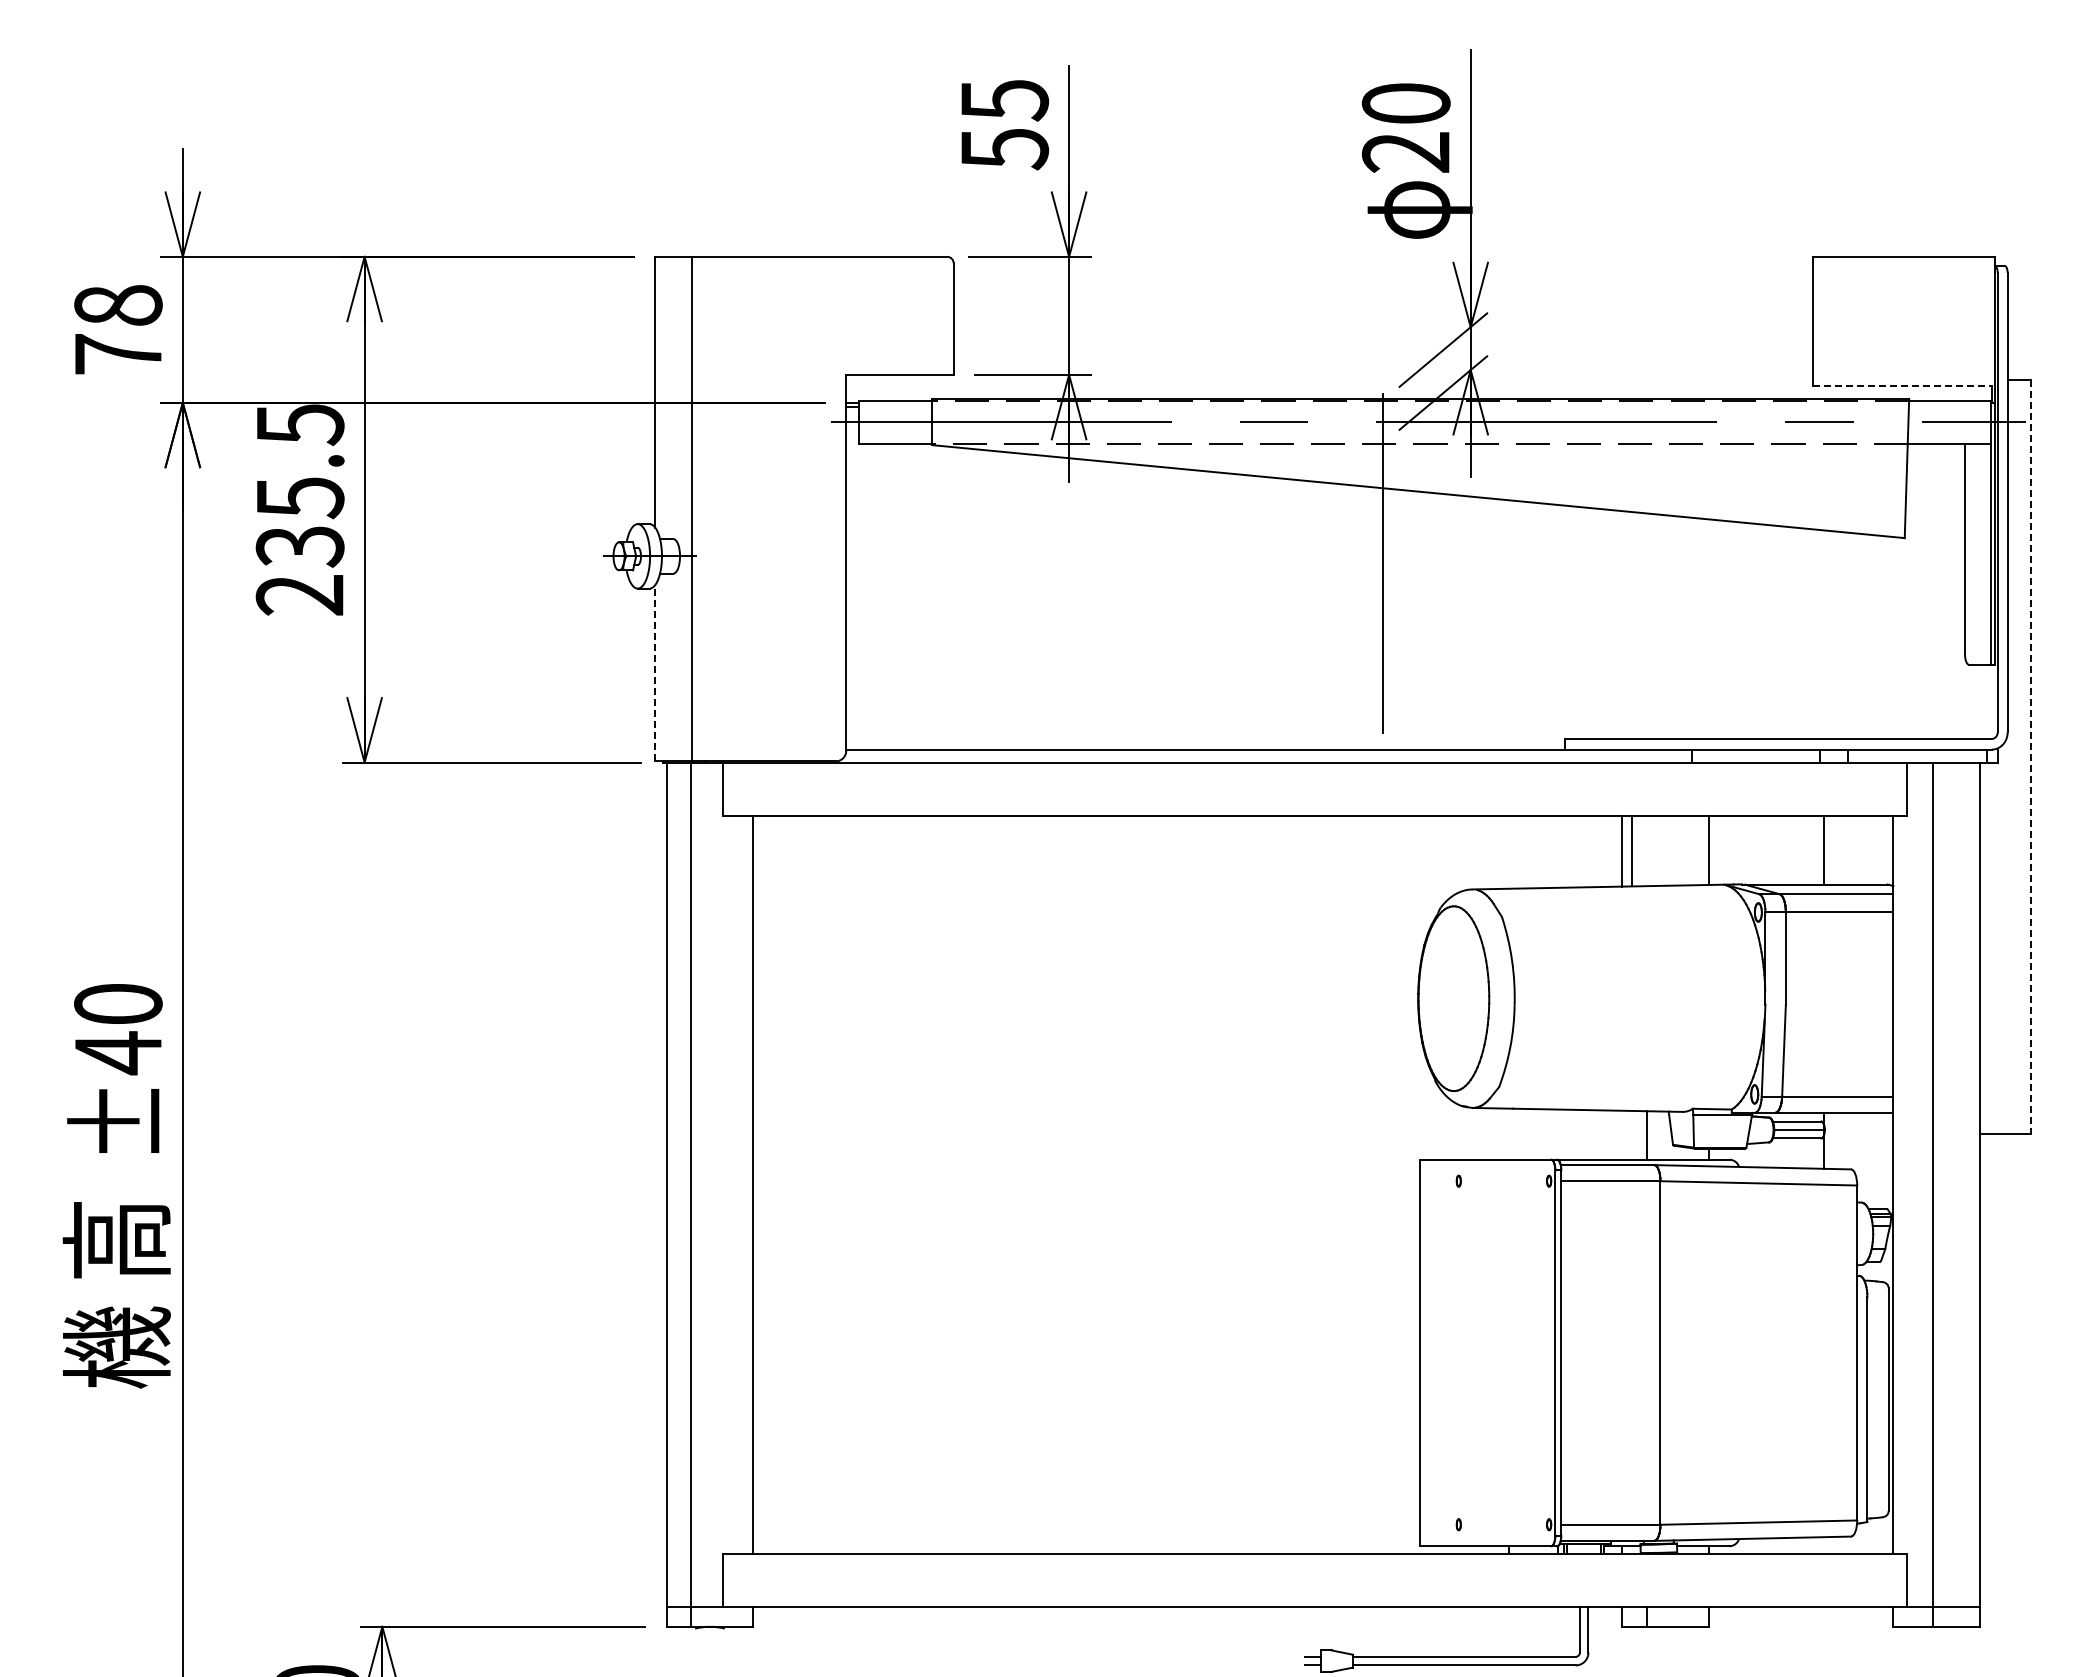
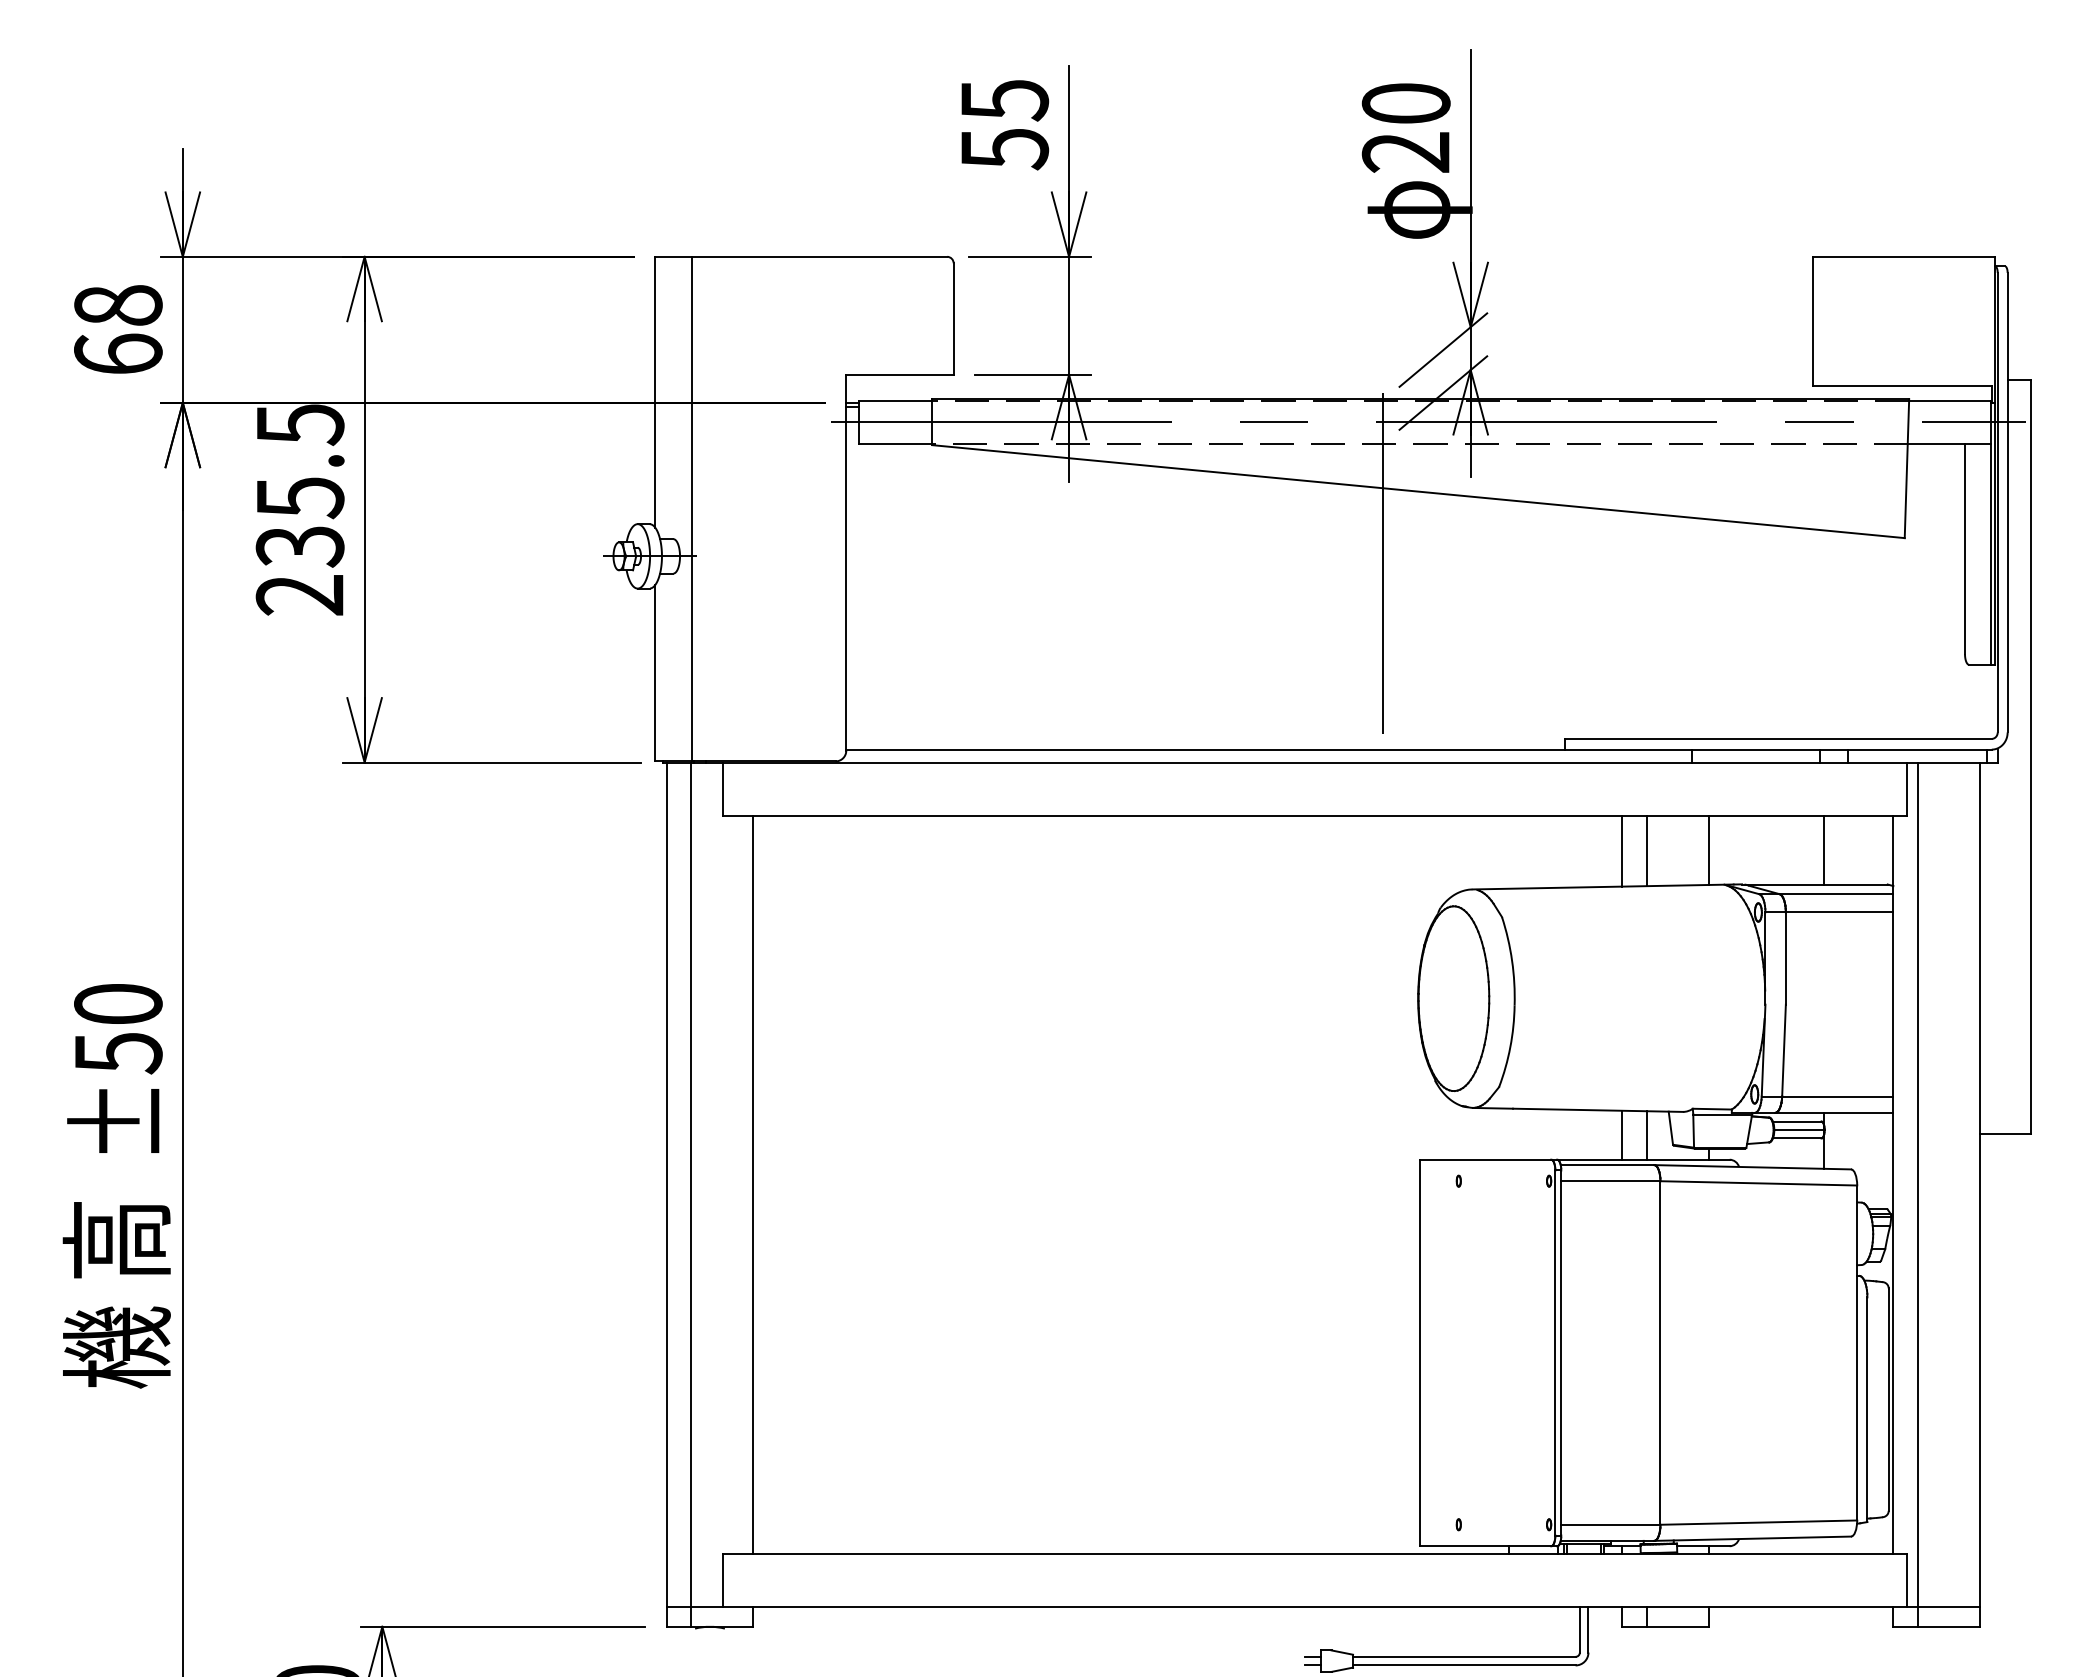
text at (118, 353): 78 -> 68
line at (1902, 385): dashed -> solid
line at (655, 672): dashed -> solid
line at (2031, 757): dashed -> solid
line at (1631, 851) position: (1631, 851) -> (1646, 851)
text at (118, 1053): ±40 -> ±50
line at (1622, 1134): none -> present
line at (1933, 1194) position: (1933, 1194) -> (1918, 1194)
